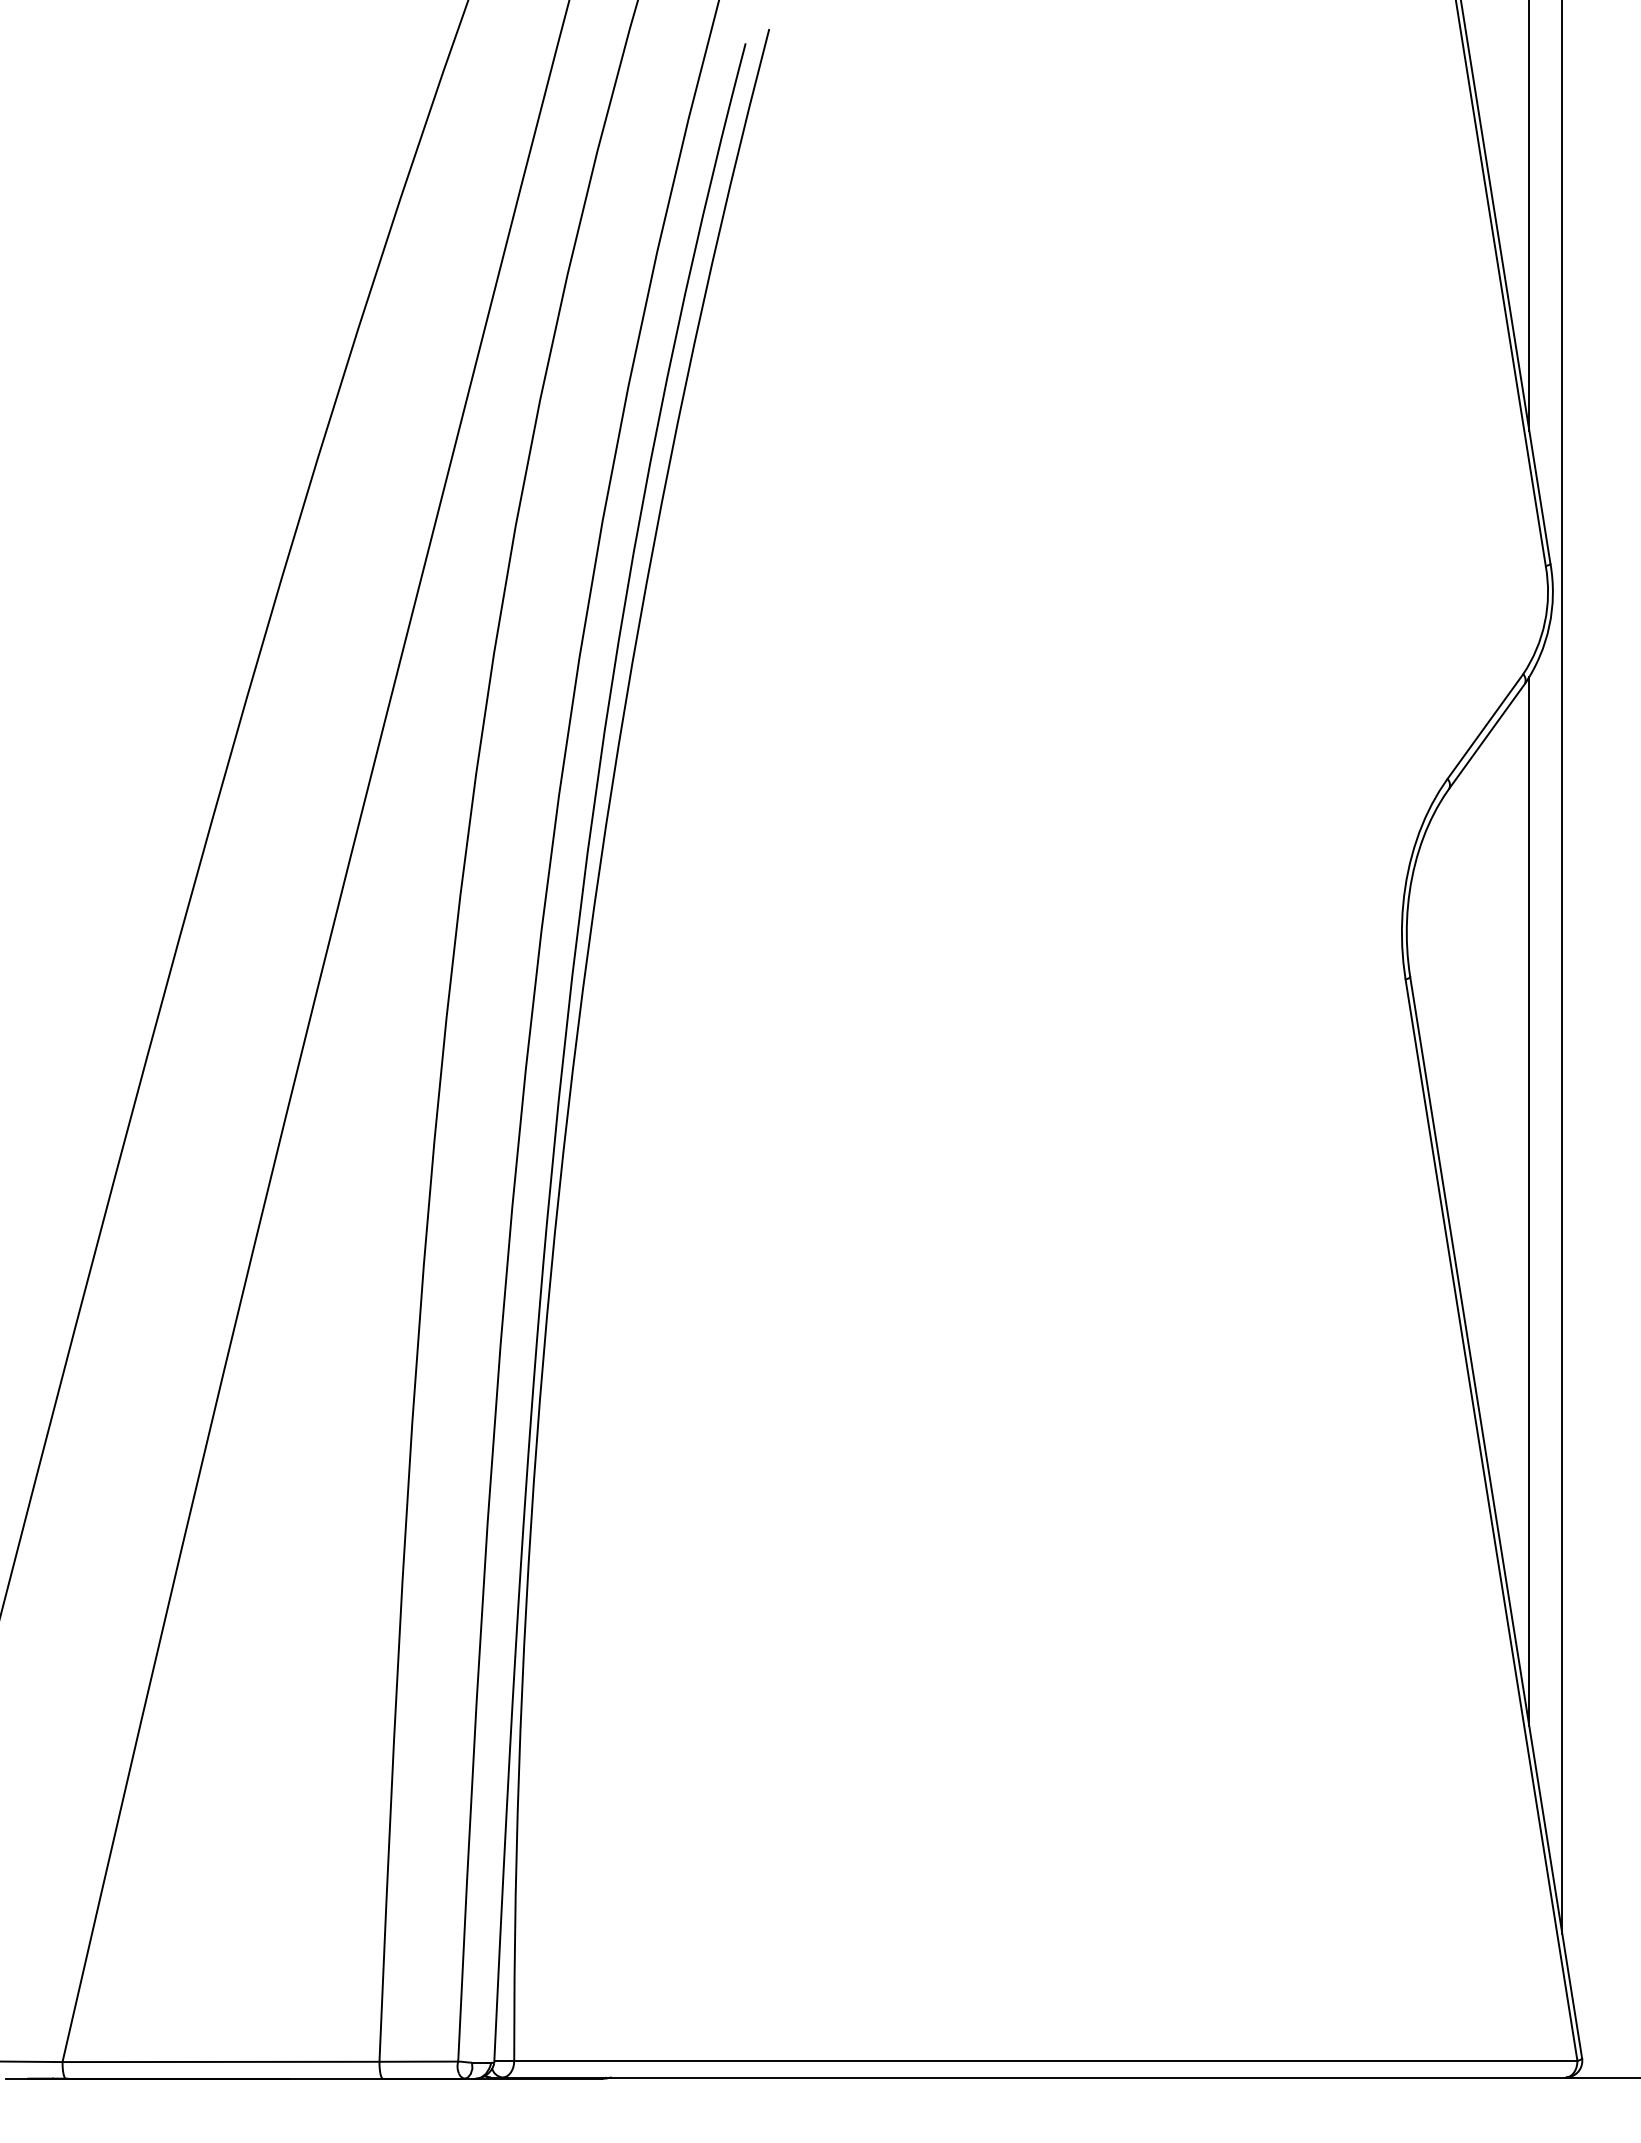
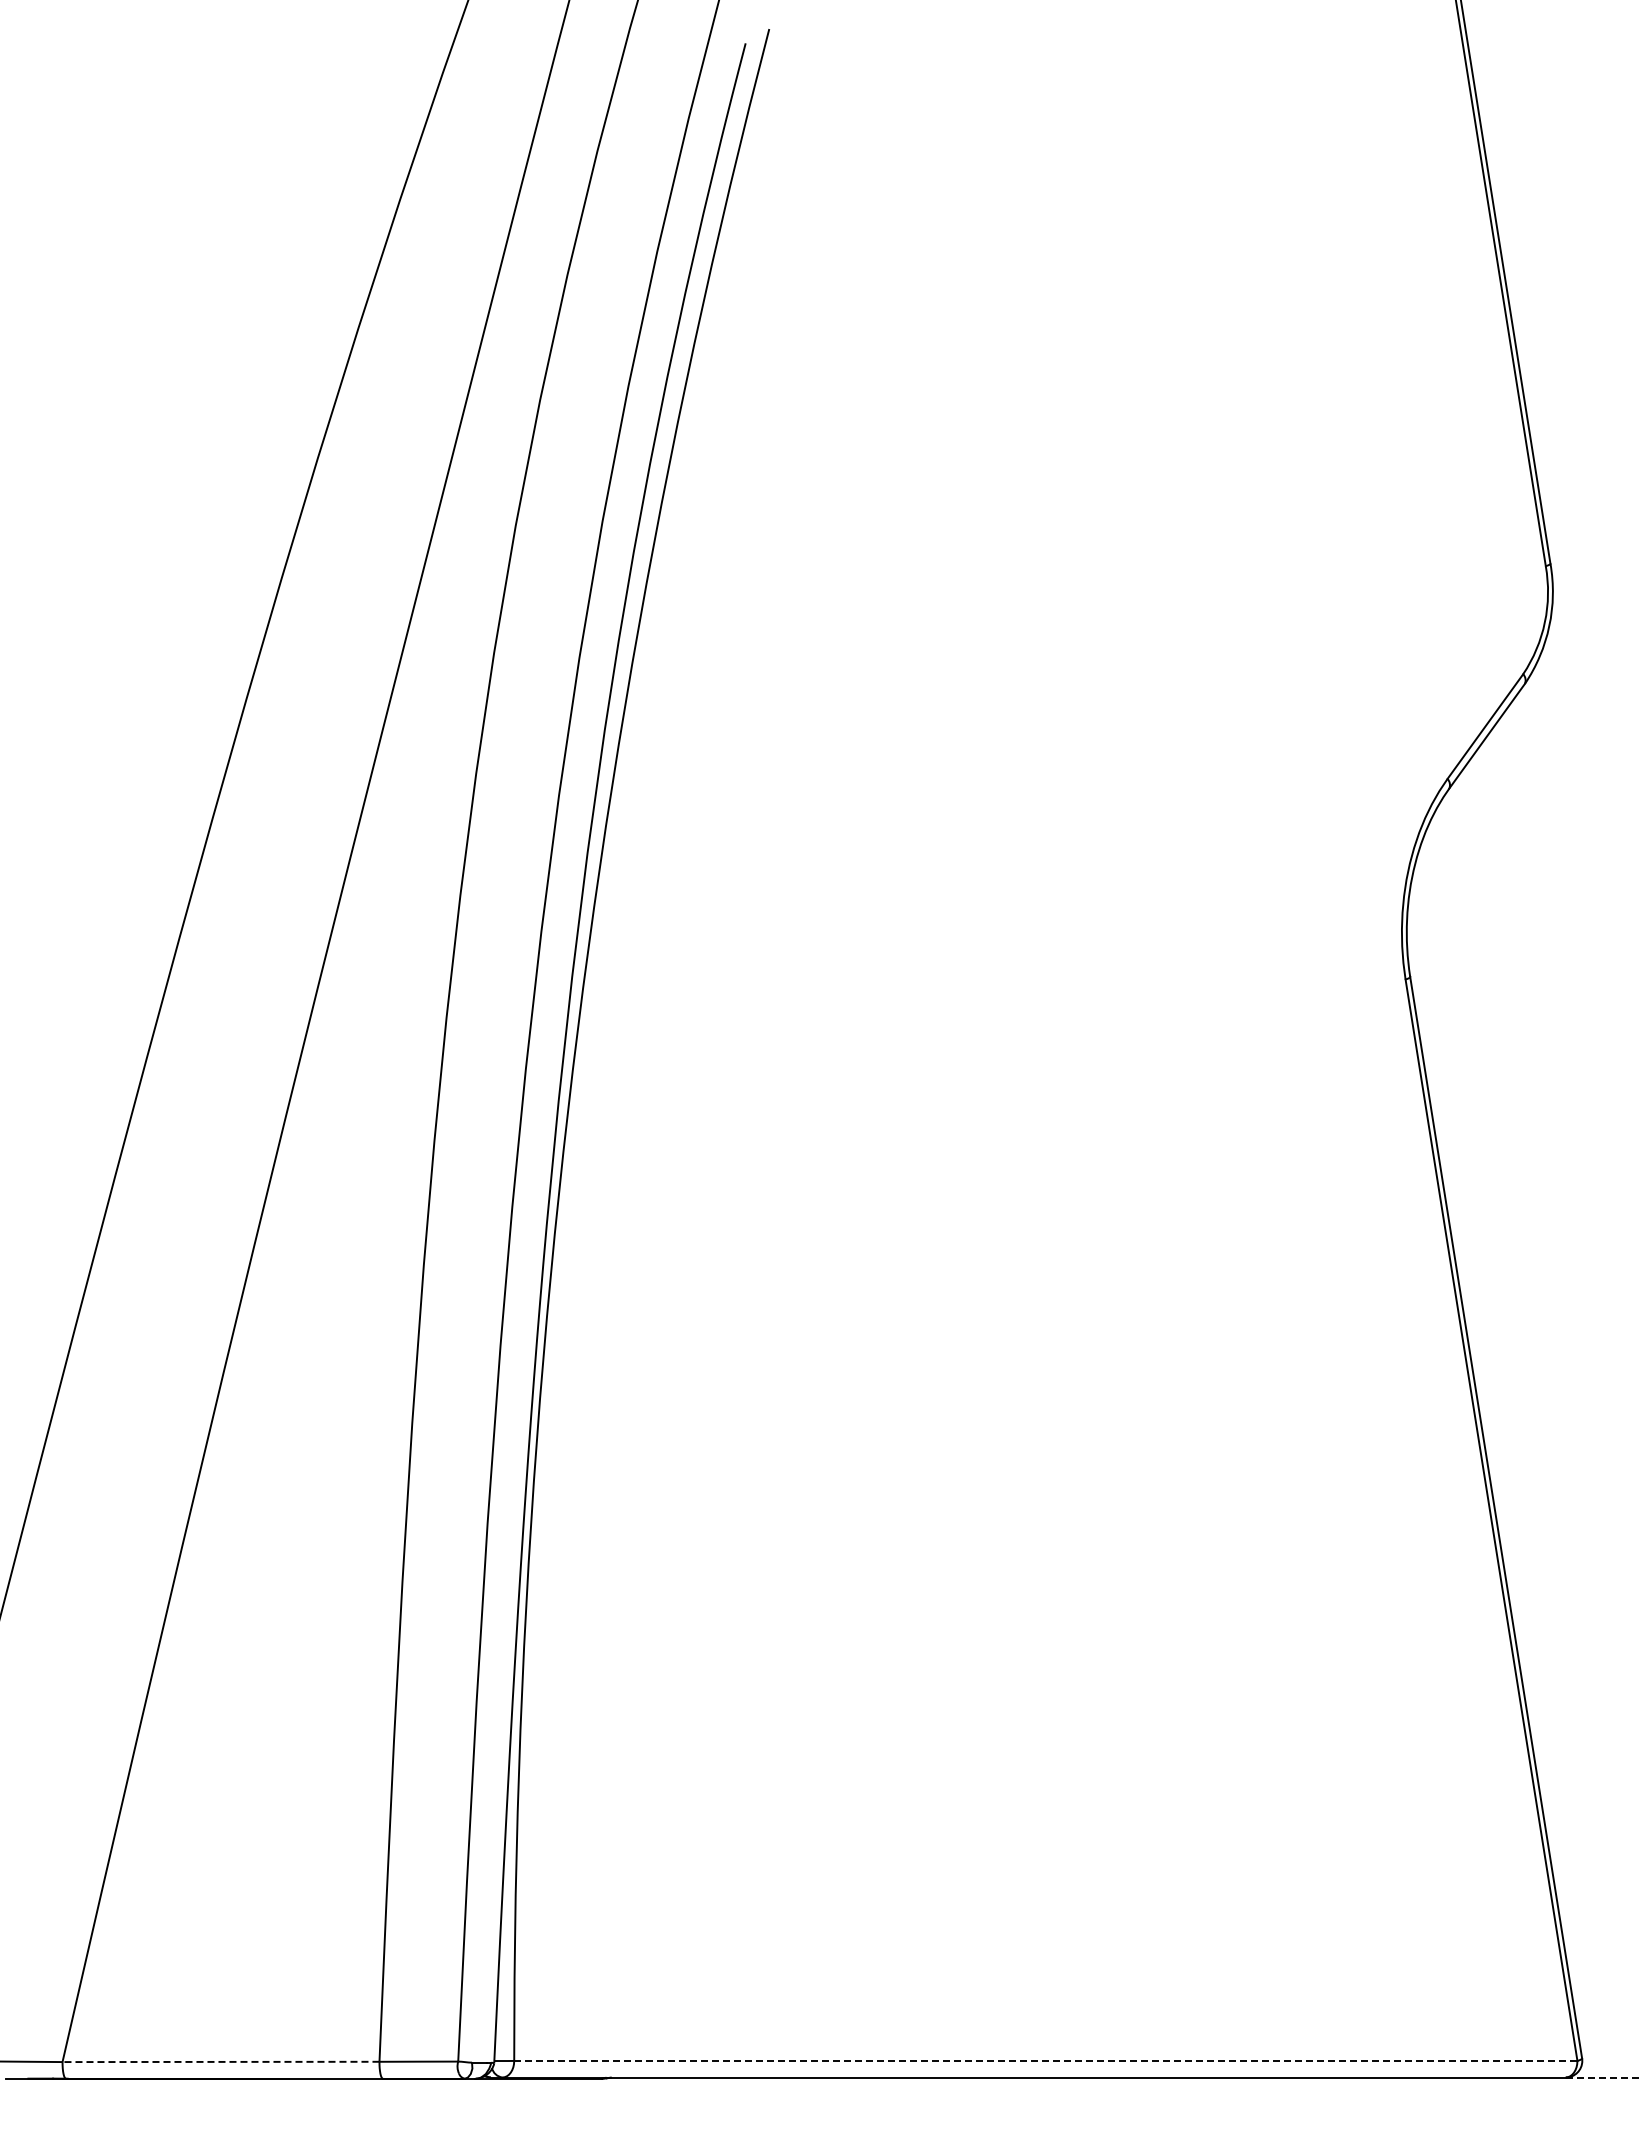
line at (1529, 216): present -> none
line at (1562, 968): present -> none
line at (1529, 1201): present -> none
line at (1045, 2060): solid -> dashed
line at (220, 2061): solid -> dashed
line at (1603, 2077): solid -> dashed
